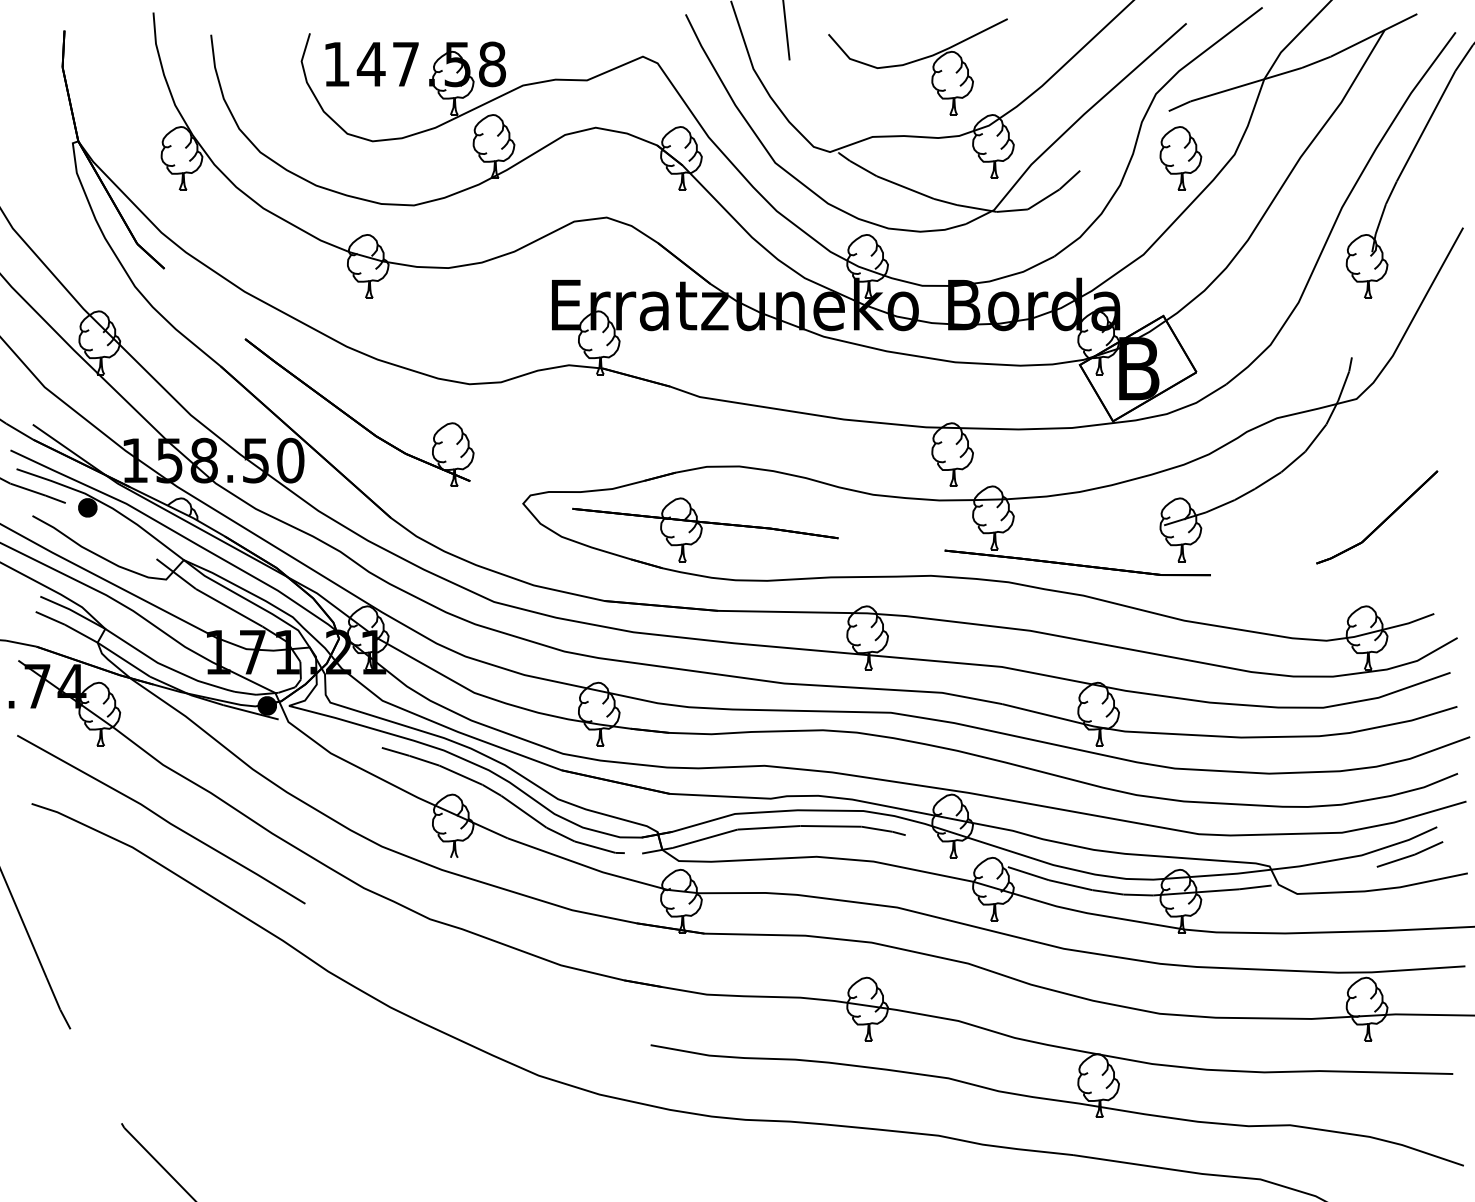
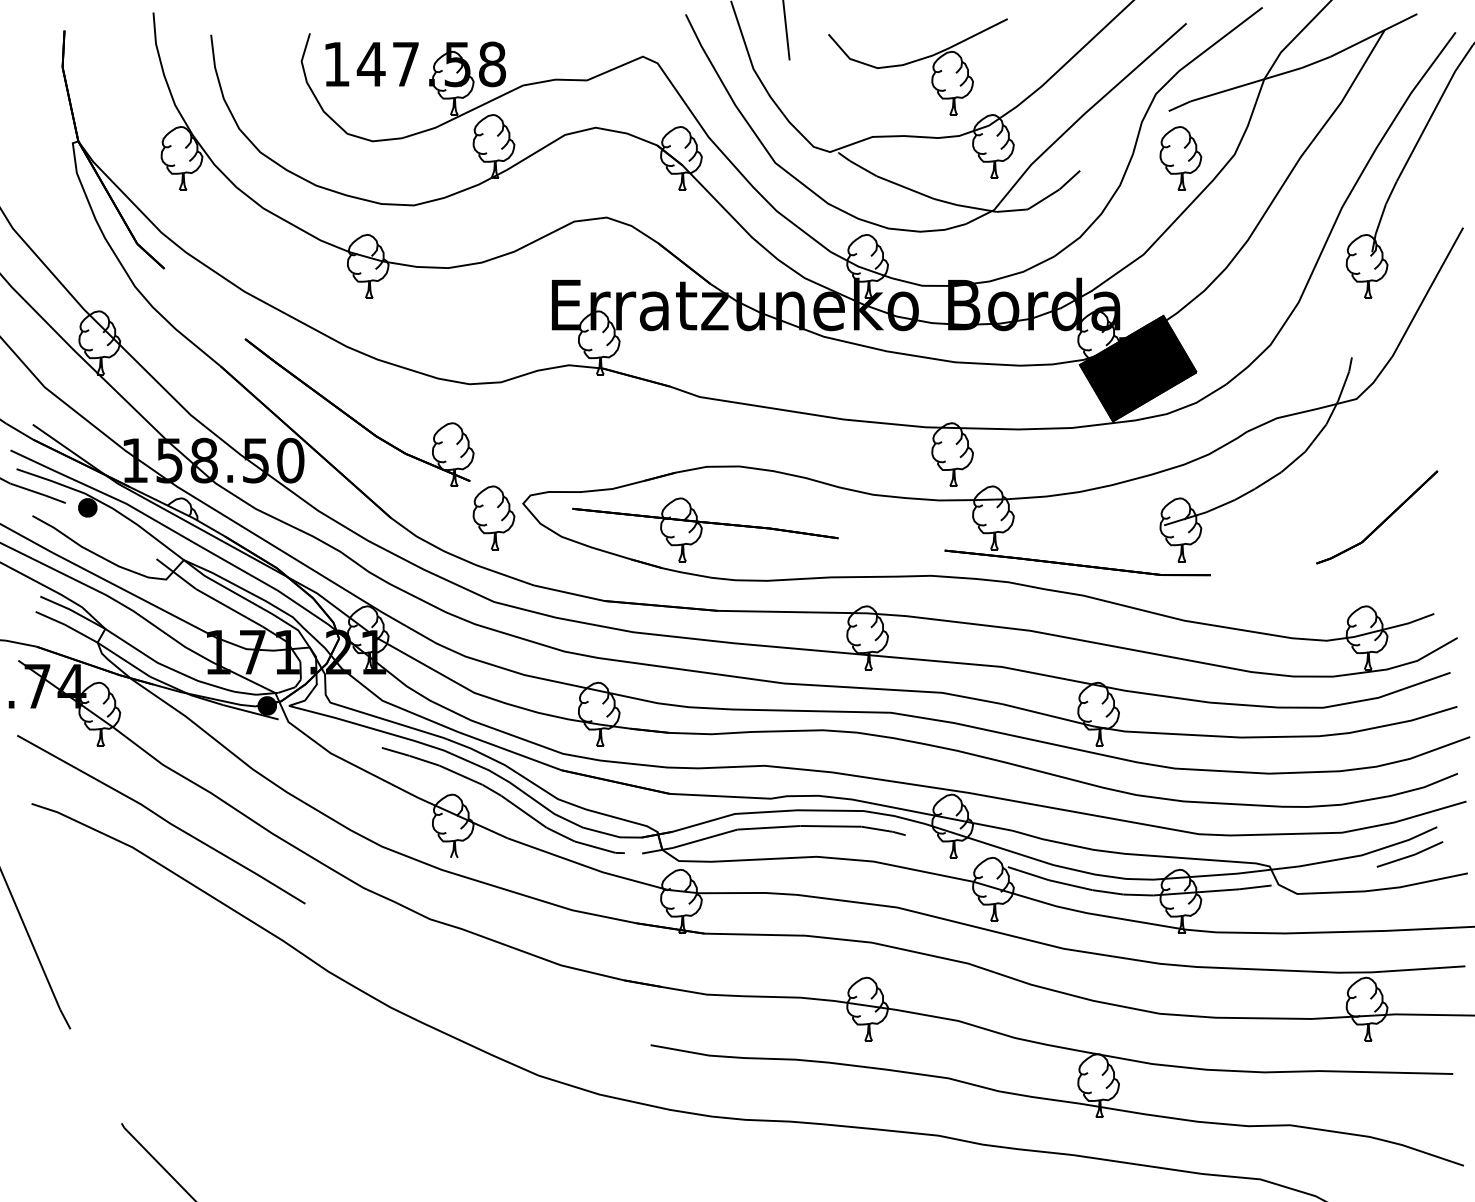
fill at (1137, 368): none -> present
part at (493, 517): none -> present
